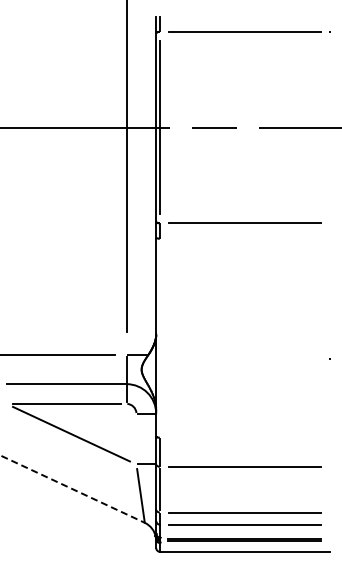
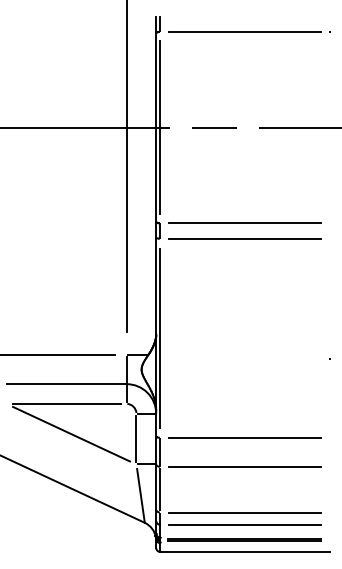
line at (244, 238): none -> present
line at (160, 337): none -> present
line at (244, 437): none -> present
line at (136, 438): none -> present
line at (72, 489): dashed -> solid
